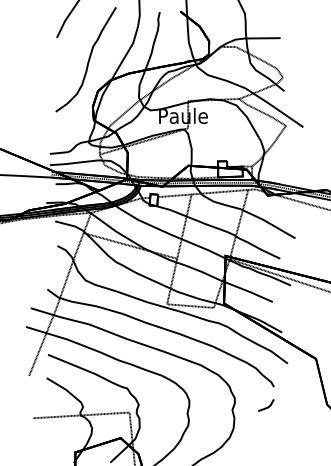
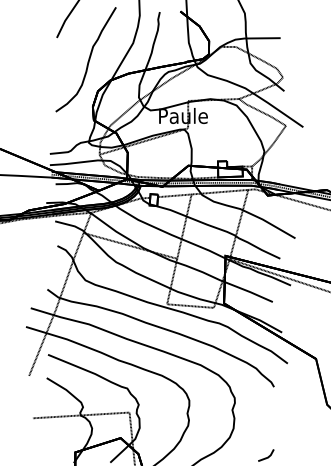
line at (267, 406) position: (267, 406) -> (267, 456)
